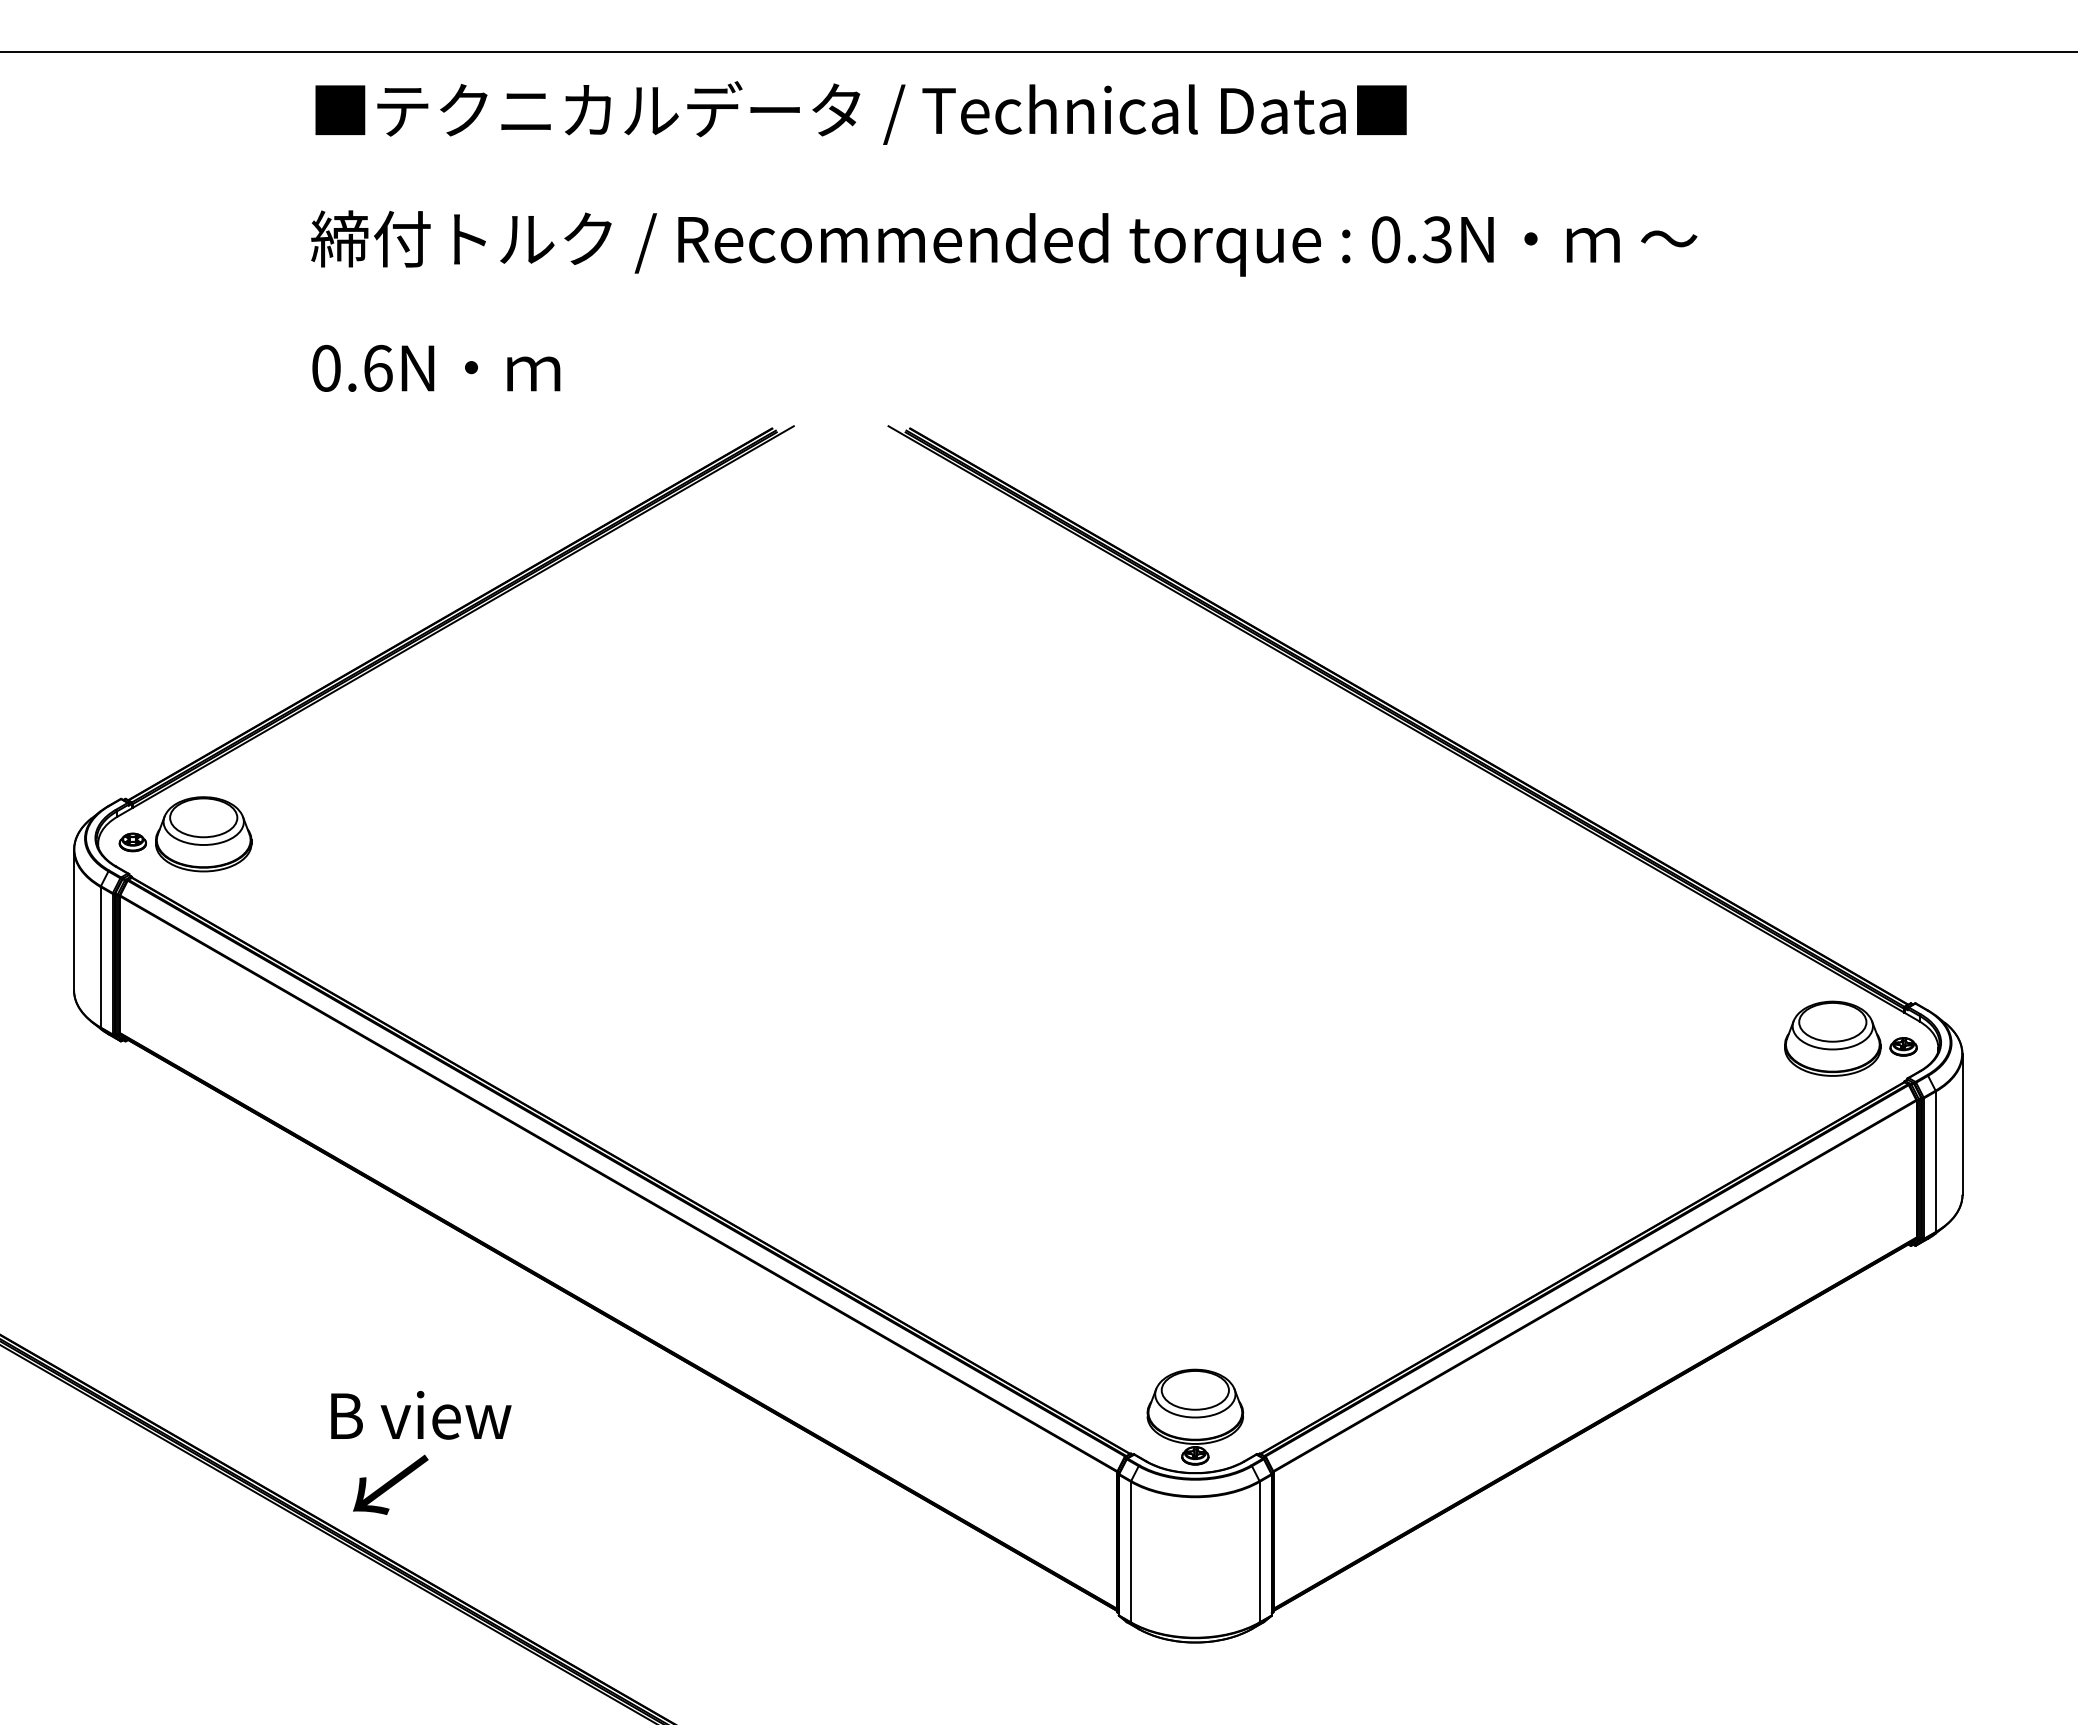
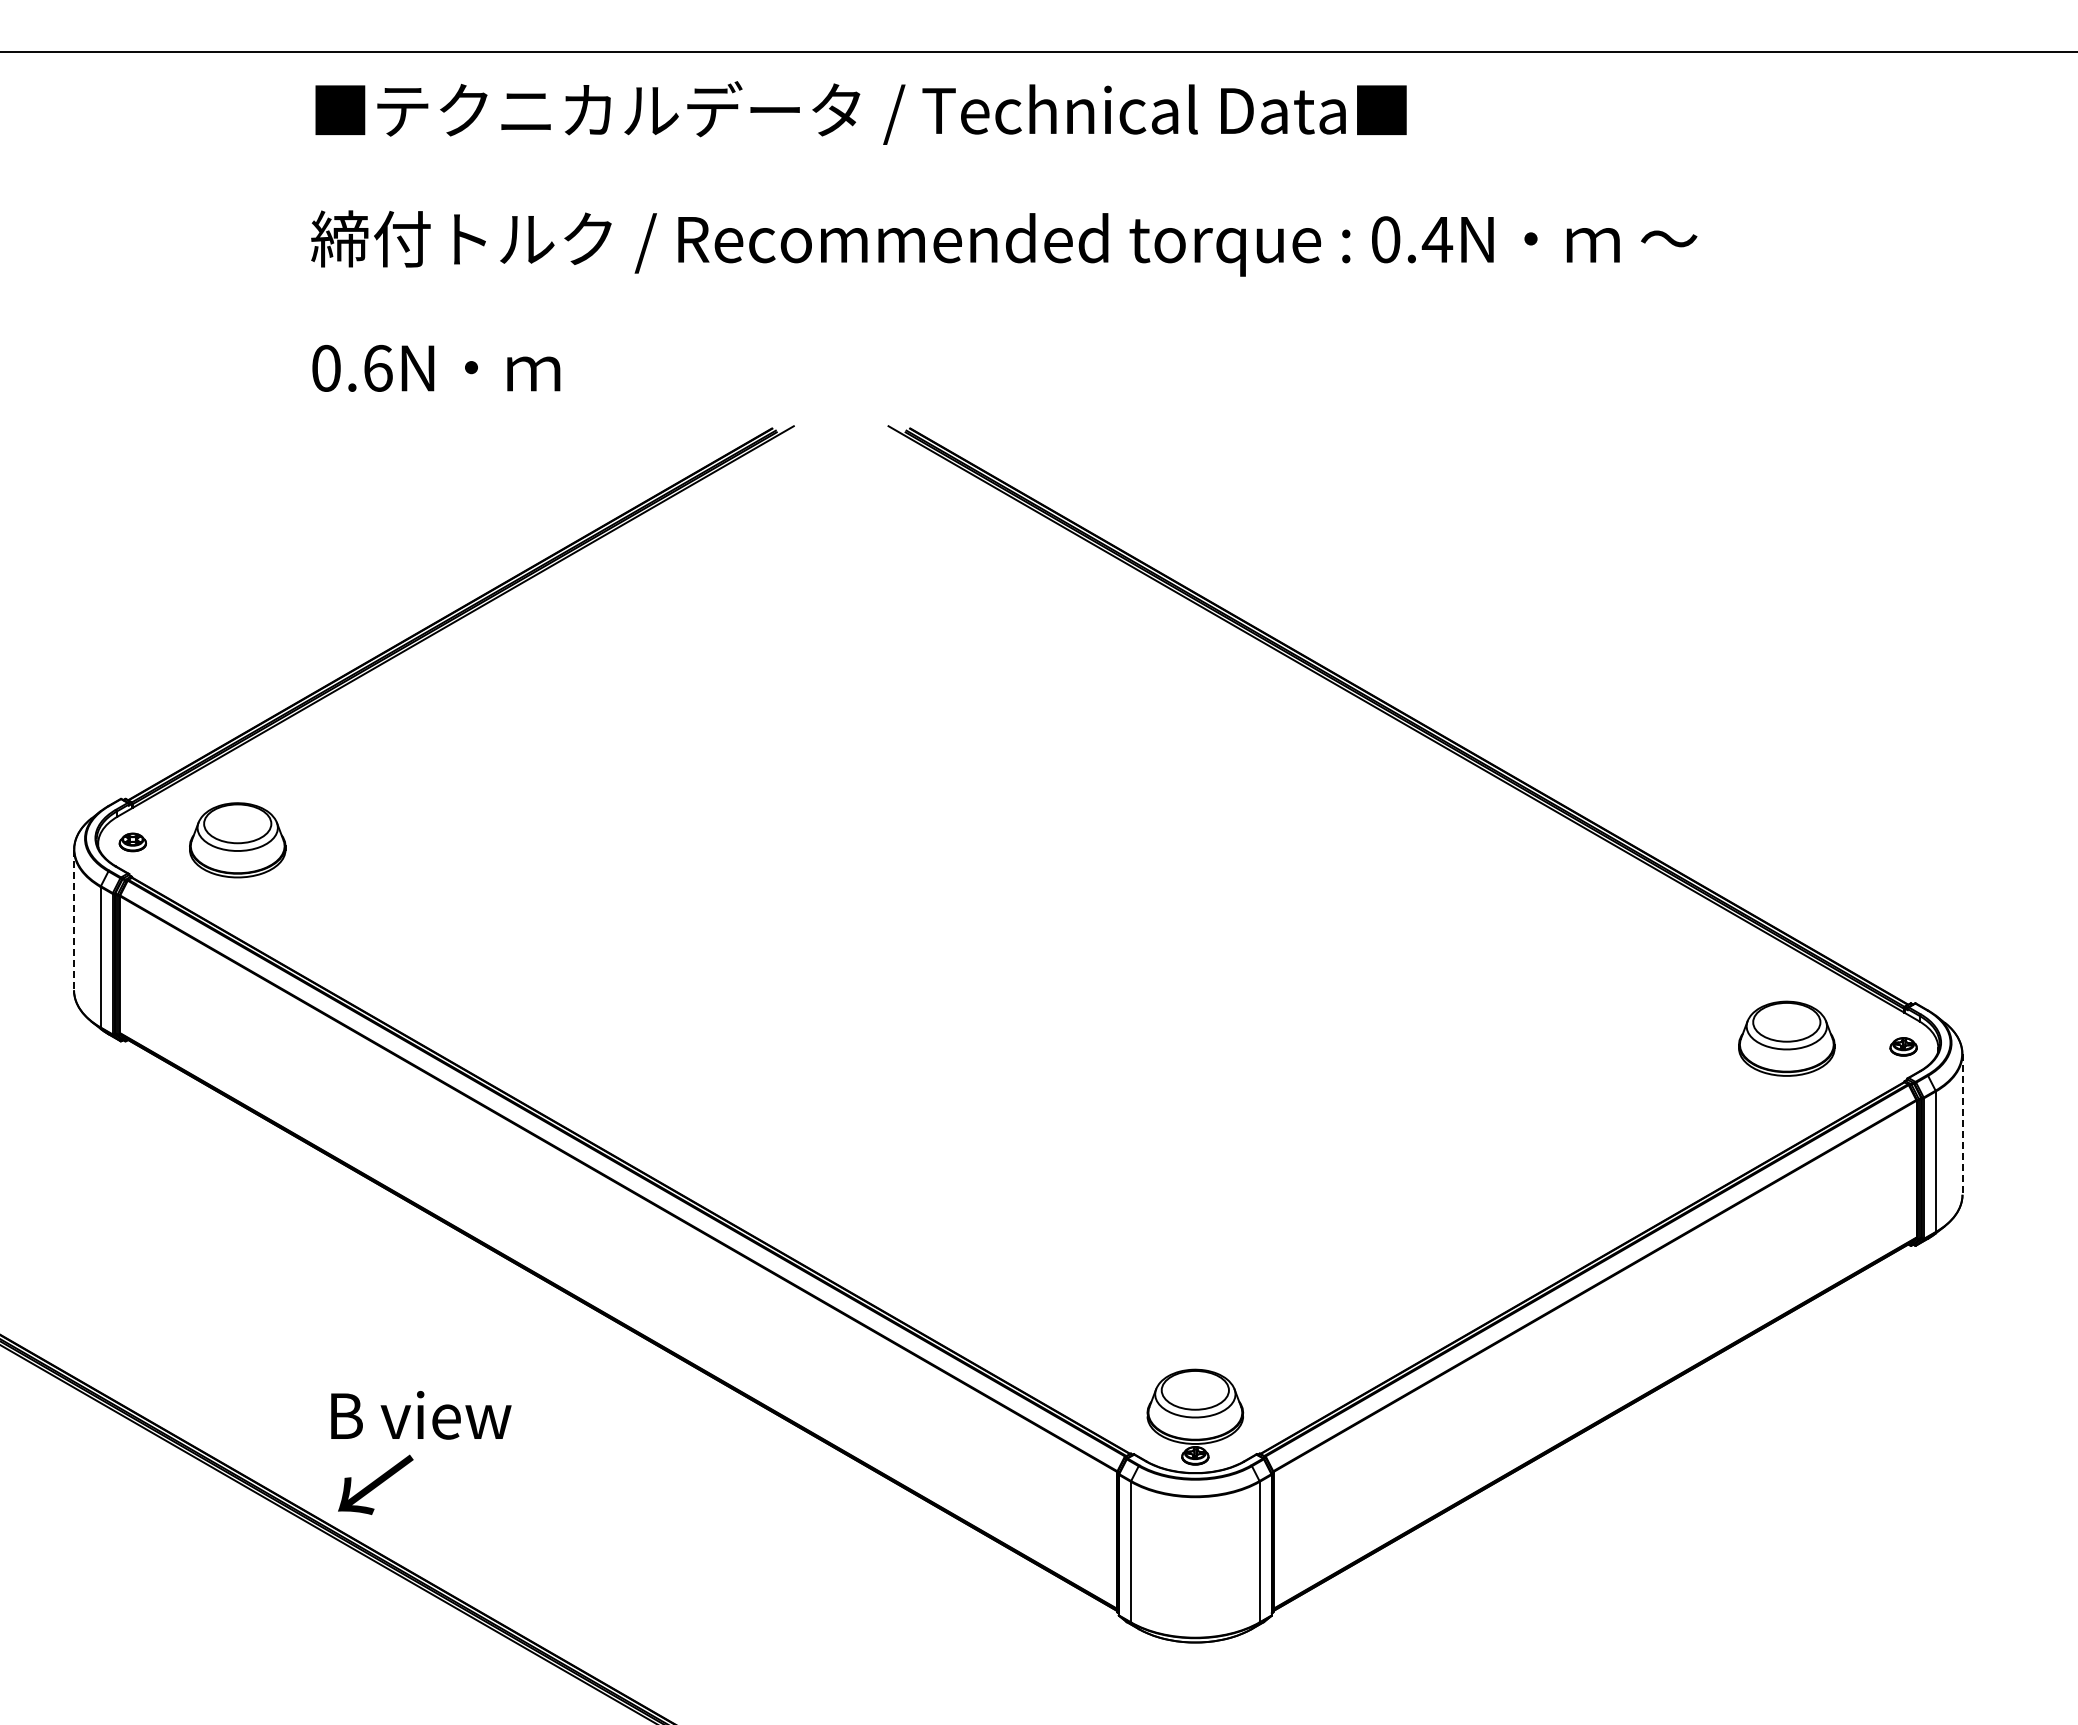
text at (1437, 239): 0.3N -> 0.4N
part at (203, 834) position: (203, 834) -> (237, 840)
line at (74, 920): solid -> dashed
part at (1832, 1038) position: (1832, 1038) -> (1786, 1038)
line at (1962, 1125): solid -> dashed
text at (390, 1484) position: (390, 1484) -> (375, 1484)
